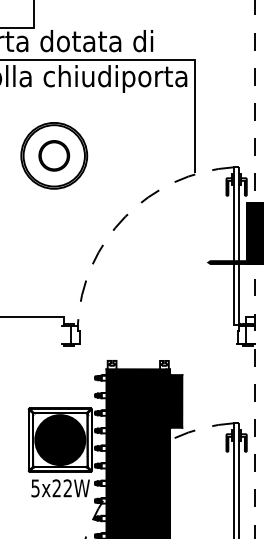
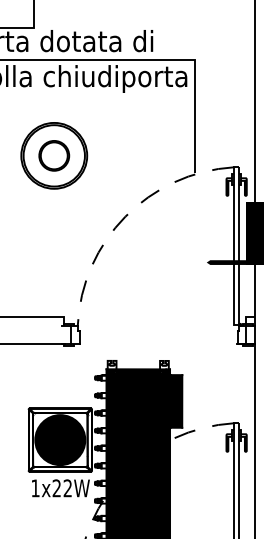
line at (255, 269): dashed -> solid
line at (33, 343): none -> present
text at (35, 488): 5x22W -> 1x22W
